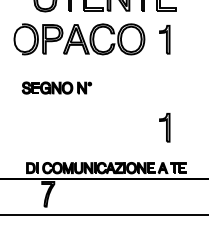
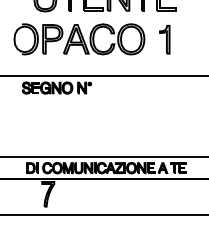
line at (103, 76): none -> present
part at (164, 127): present -> none
line at (103, 157): none -> present
